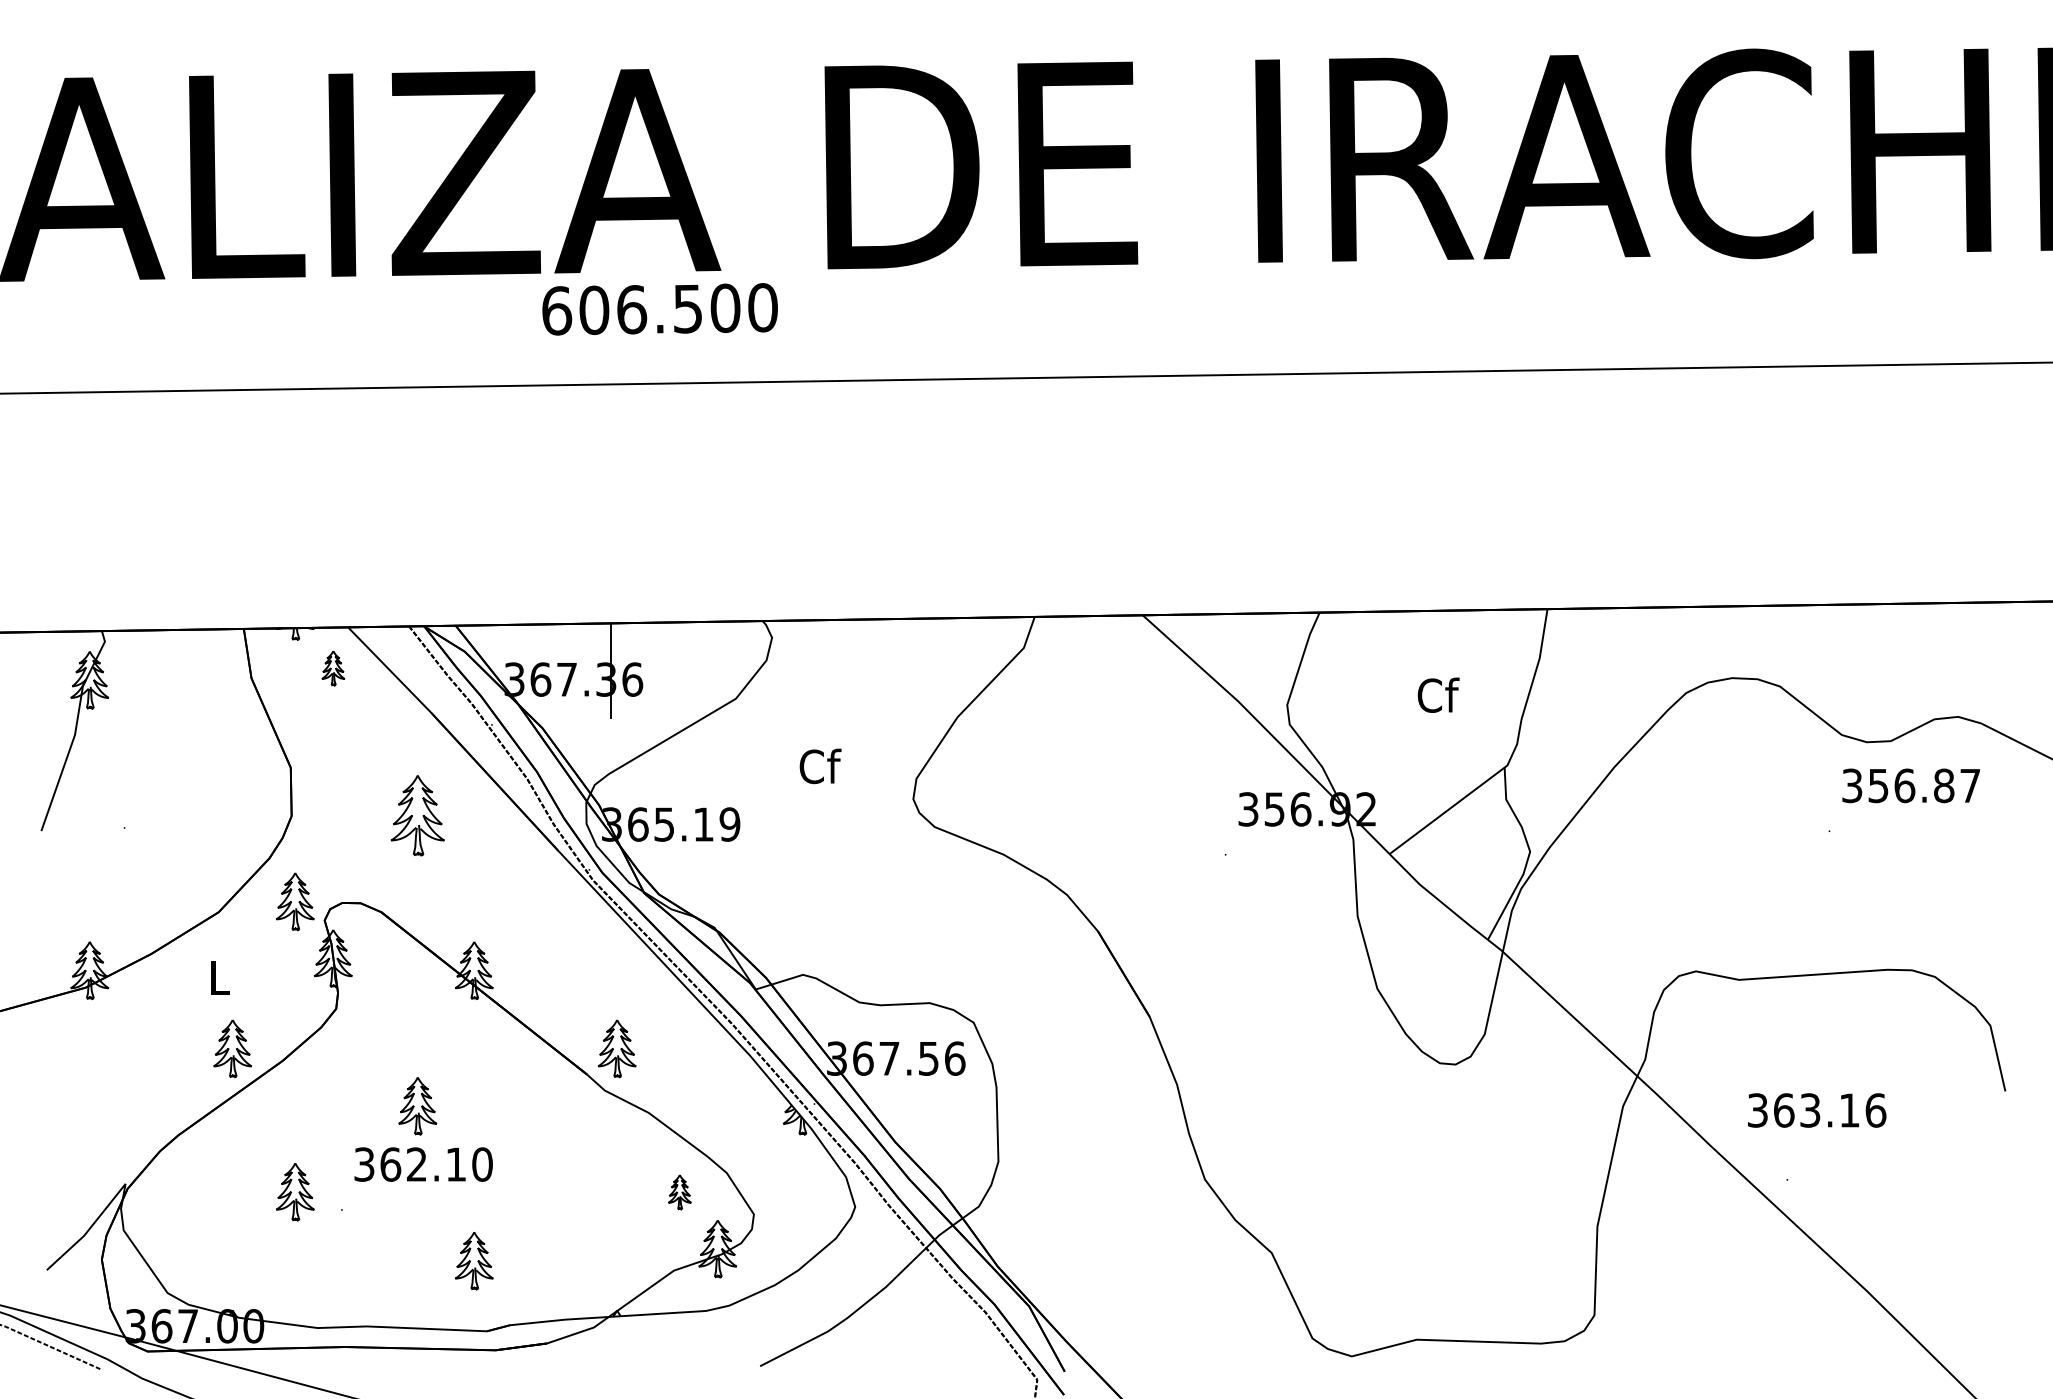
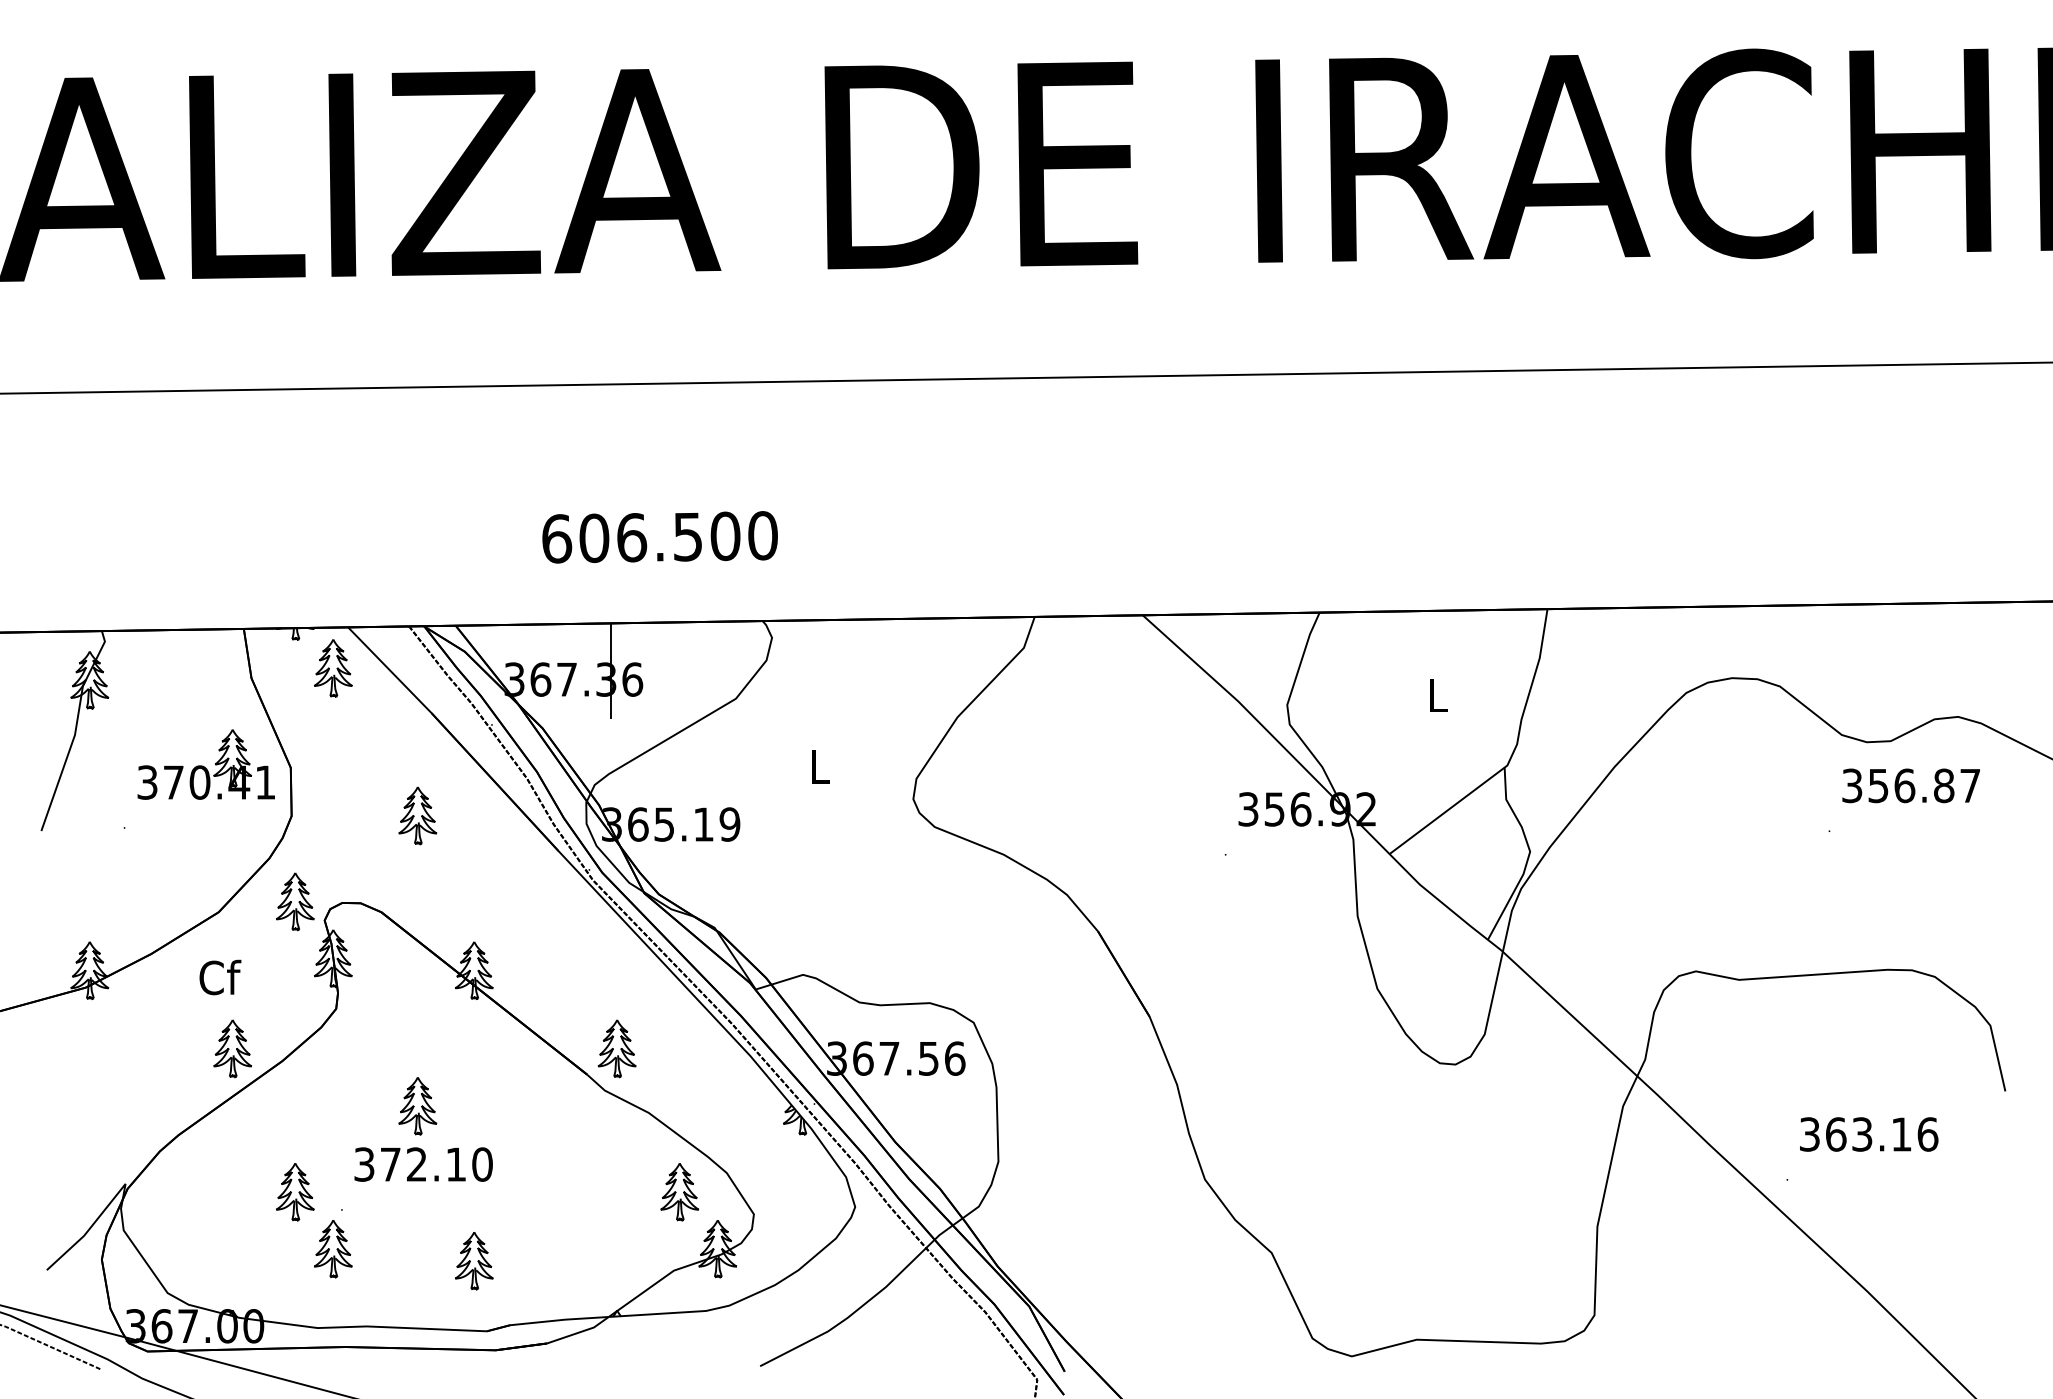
text at (659, 309) position: (659, 309) -> (659, 537)
part at (333, 668) size: 25x37 px -> 39x59 px
text at (1438, 694): Cf -> L
part at (205, 764): none -> present
text at (820, 766): Cf -> L
part at (417, 815) size: 55x82 px -> 40x60 px
text at (220, 977): L -> Cf
text at (1817, 1110) position: (1817, 1110) -> (1869, 1134)
text at (390, 1164): 362.10 -> 372.10
part at (679, 1192) size: 24x37 px -> 40x59 px
part at (333, 1249): none -> present
